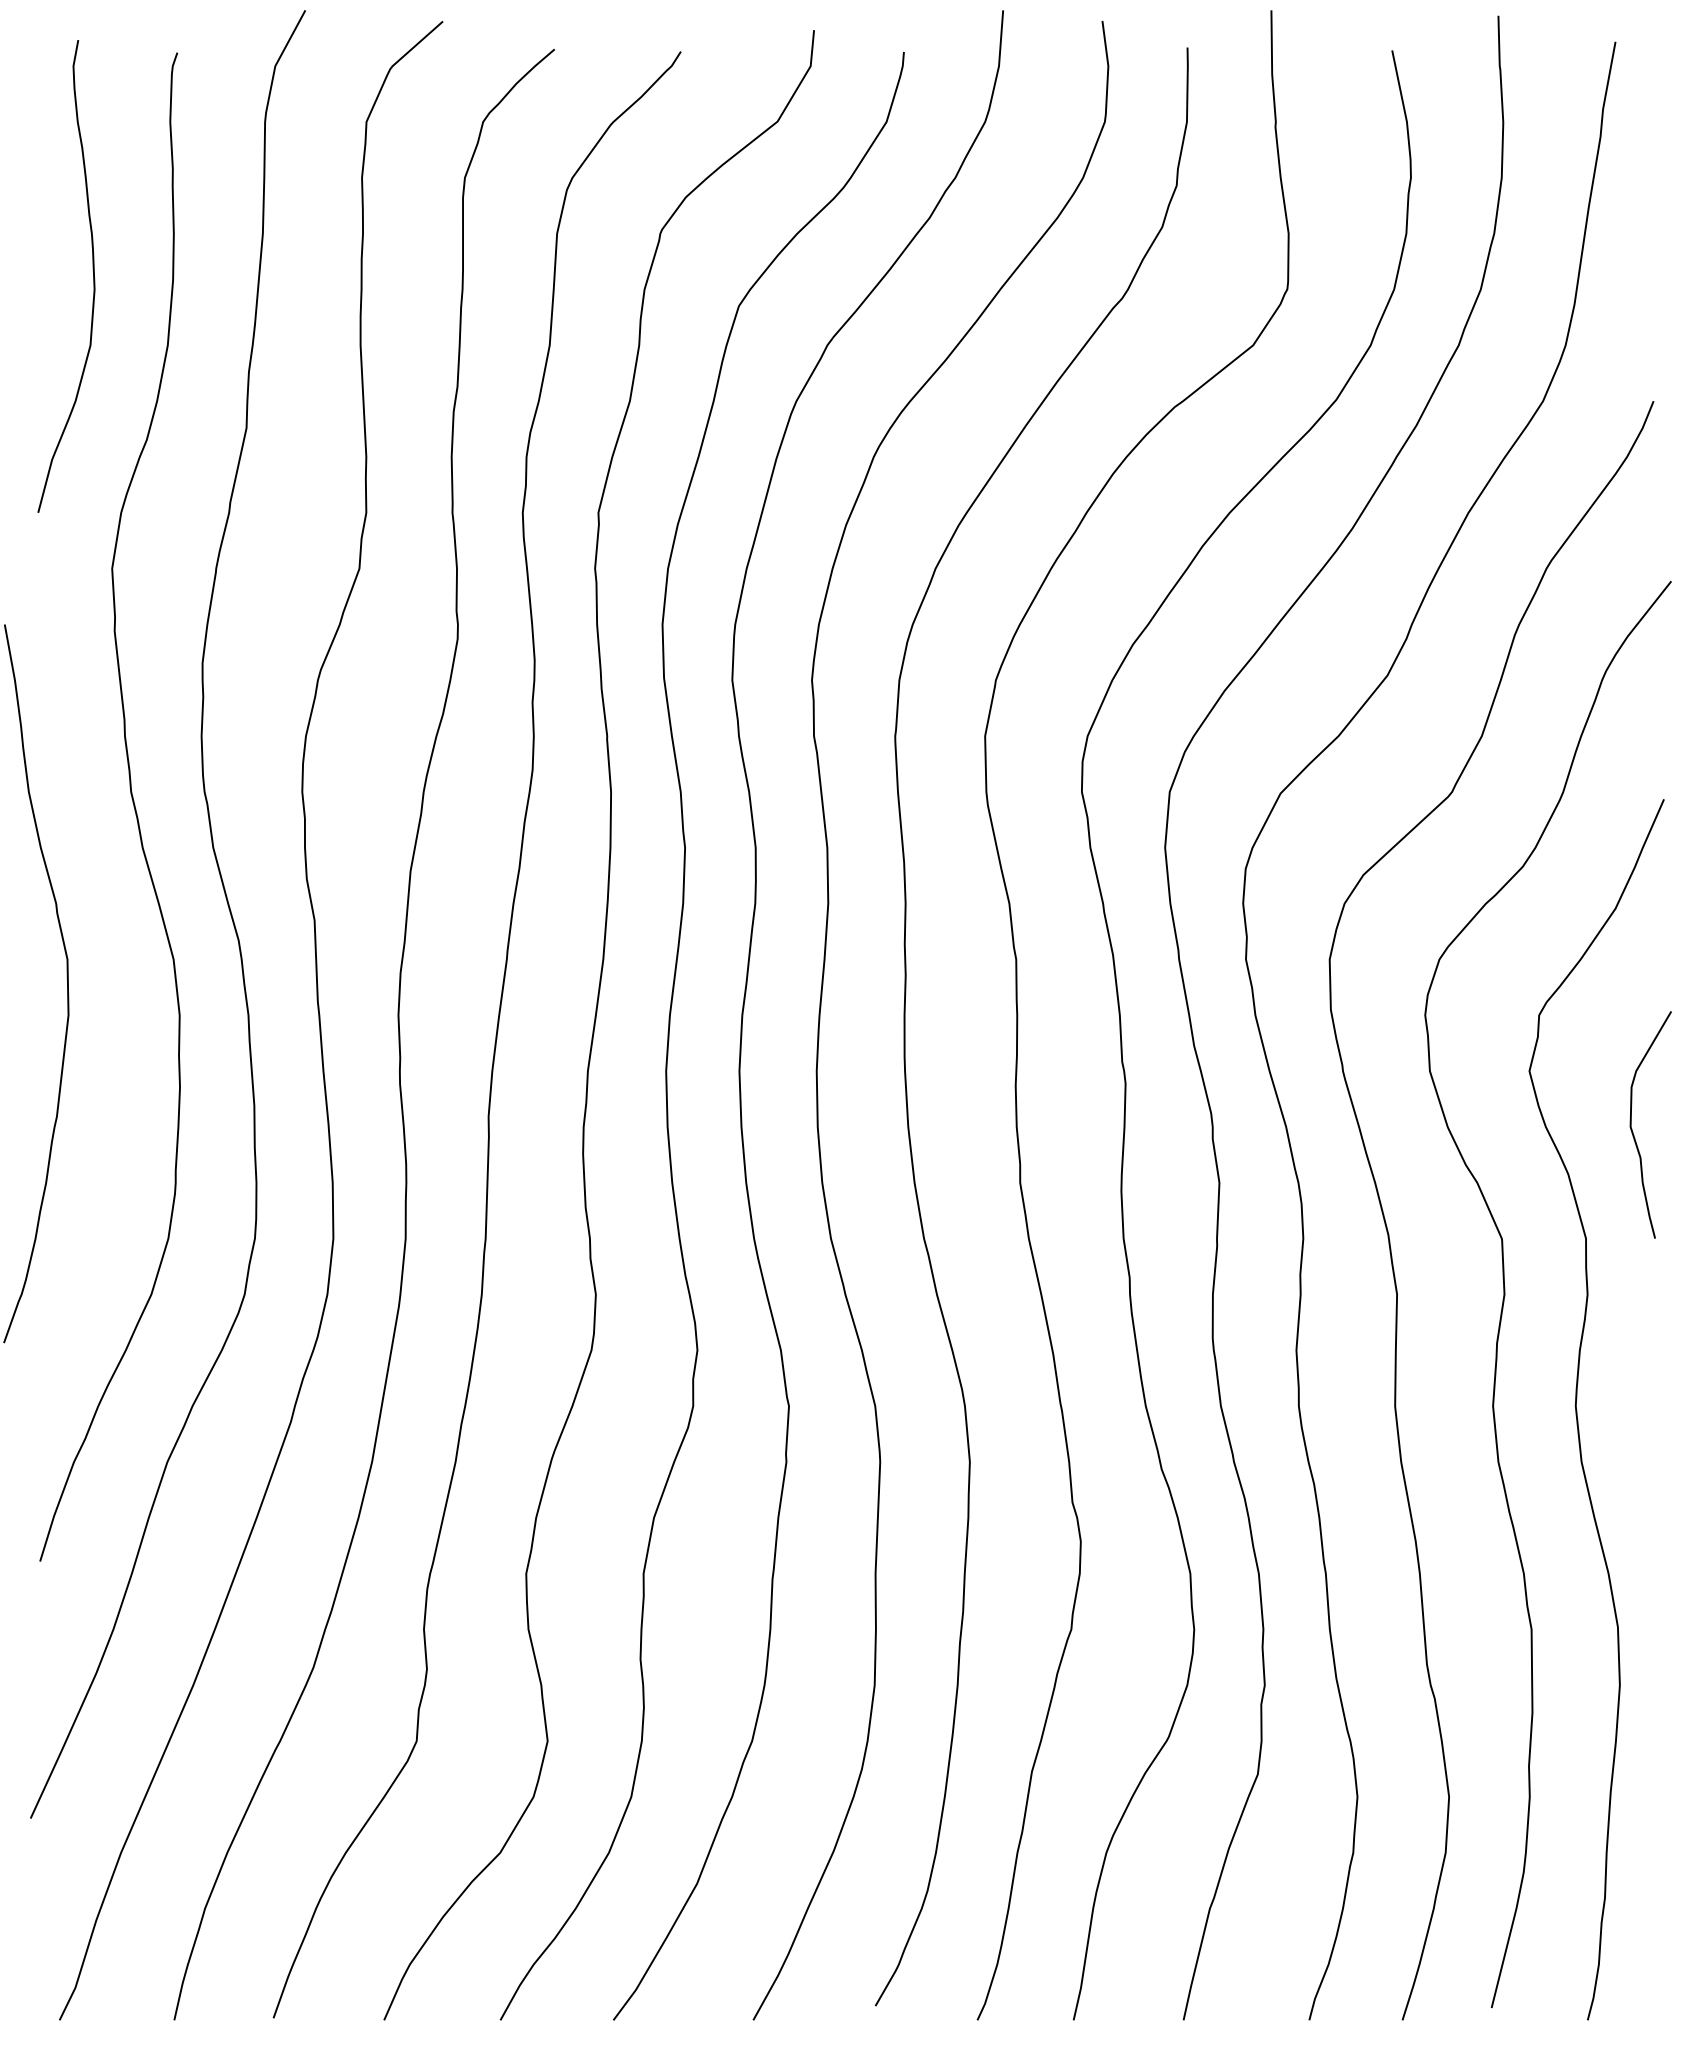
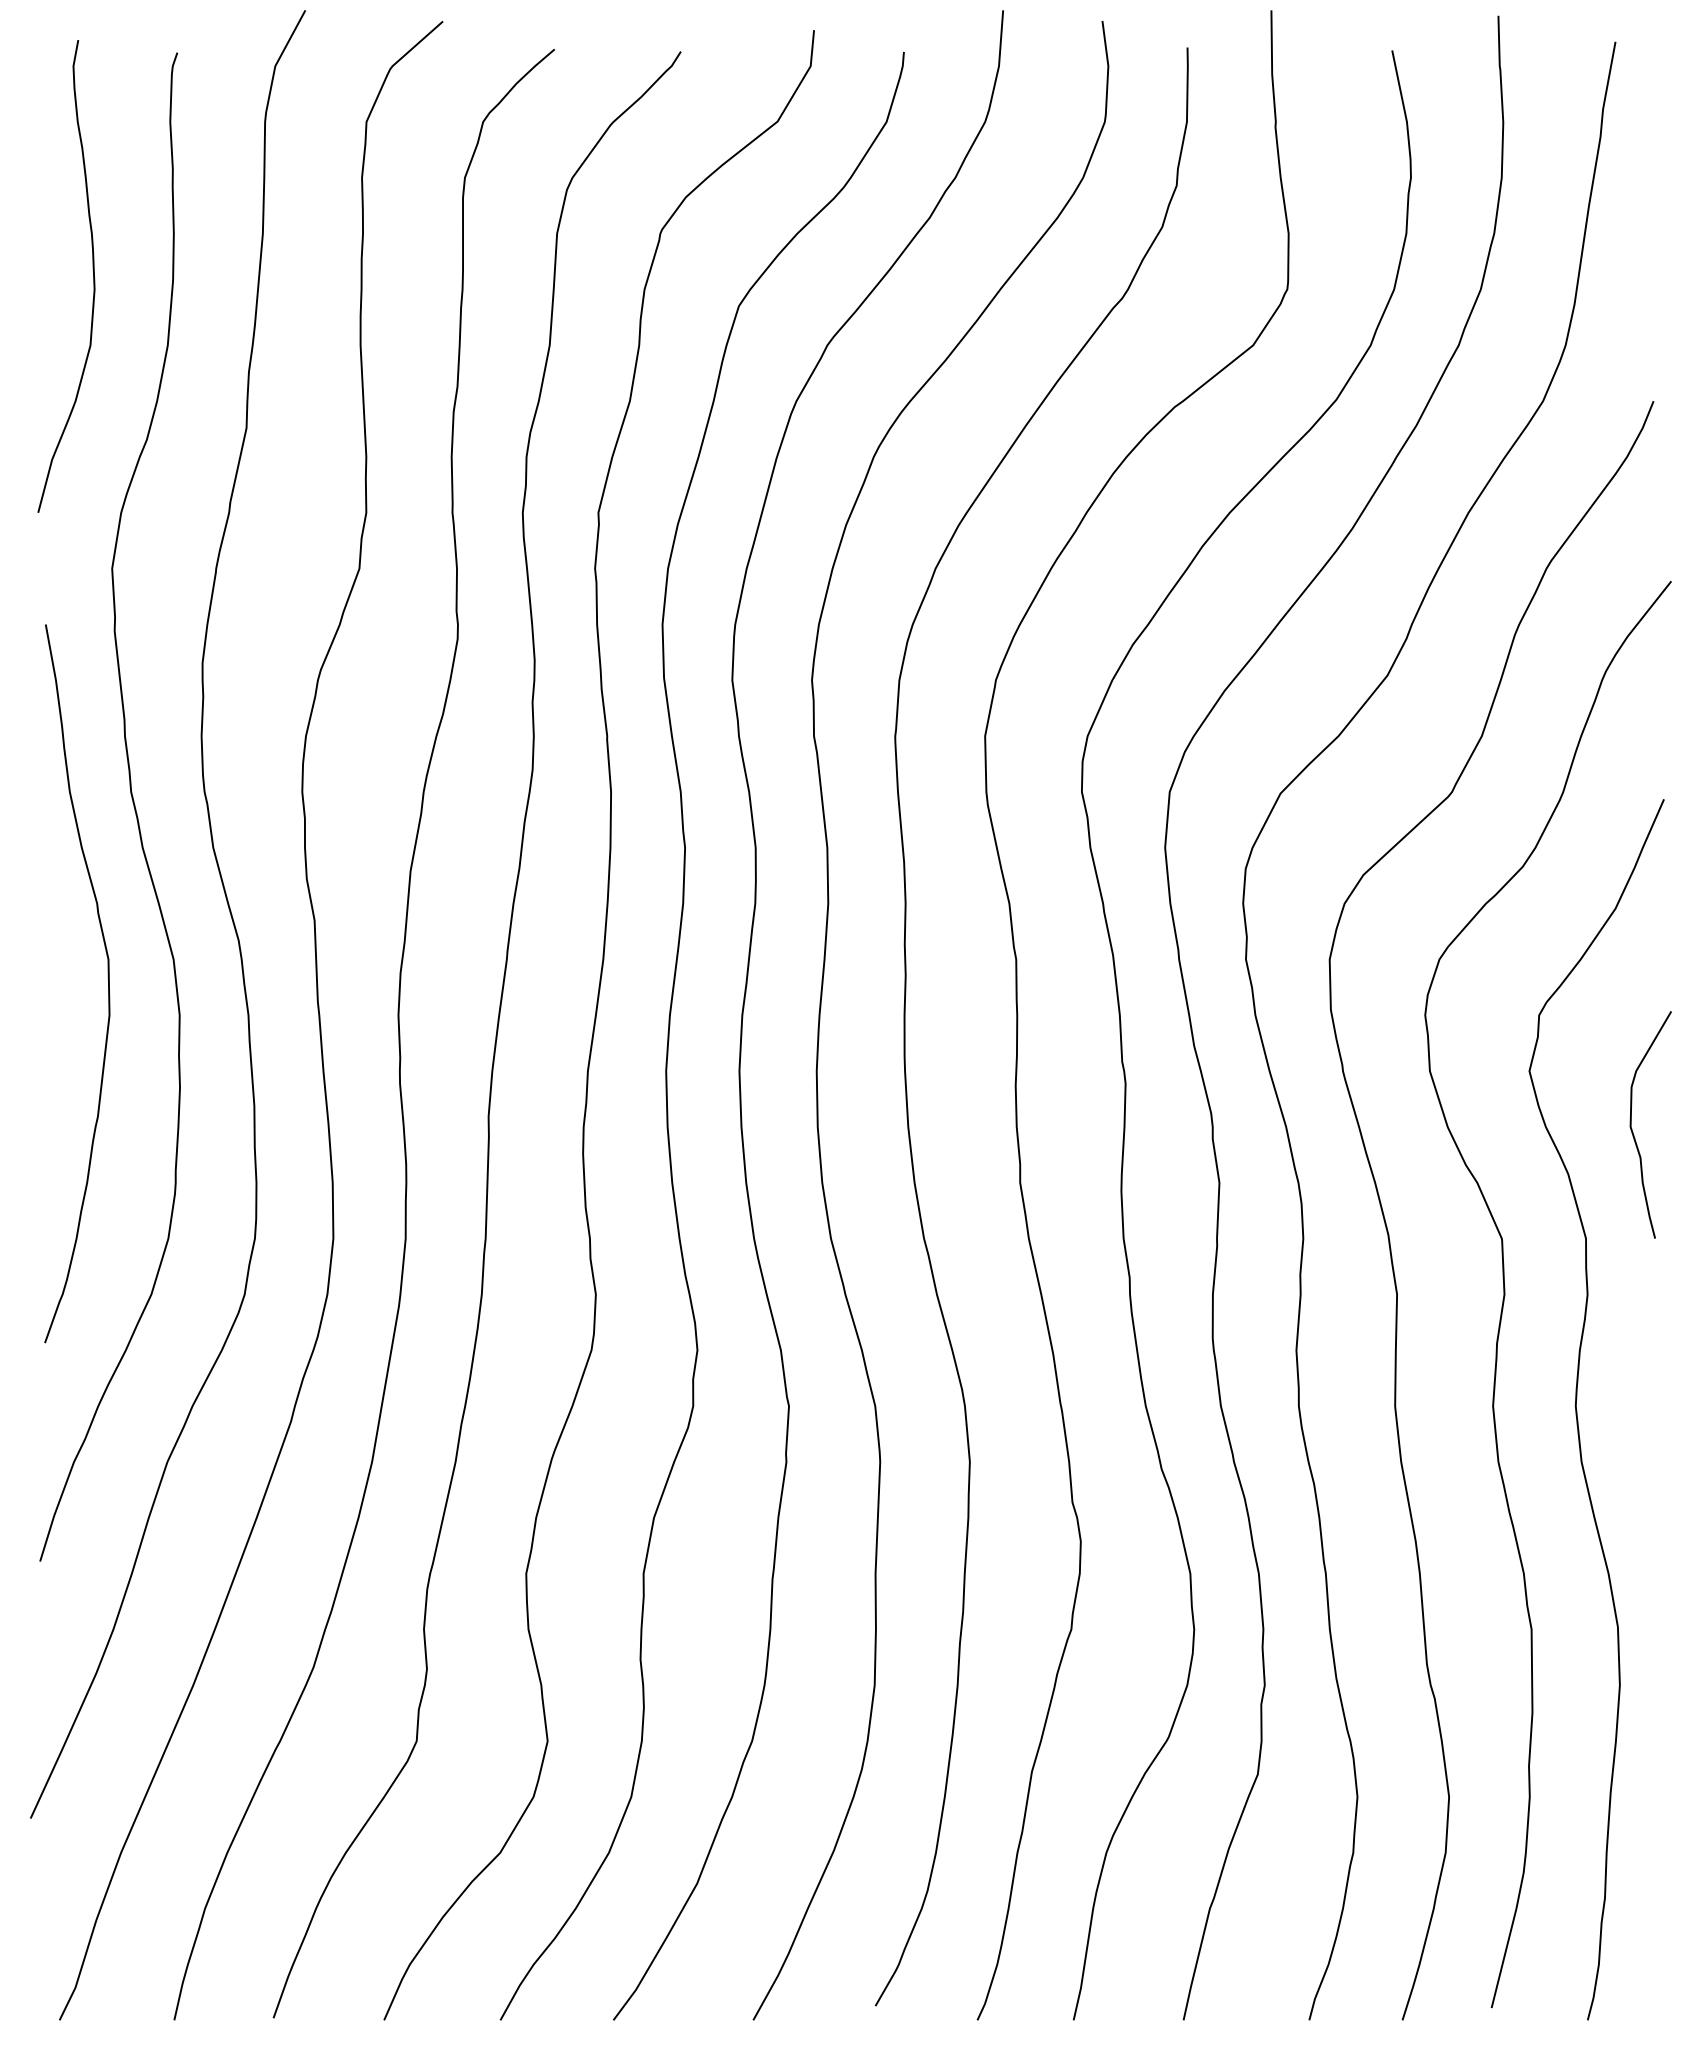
curve at (66, 976) position: (66, 976) -> (107, 976)
